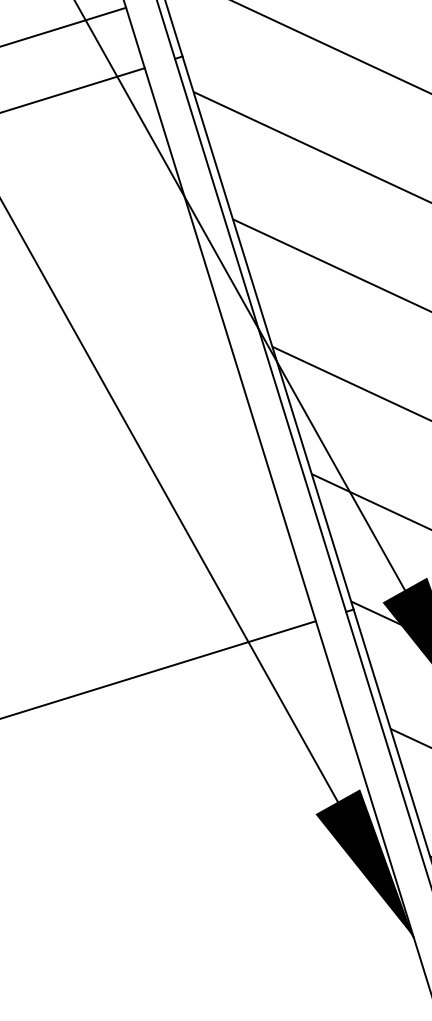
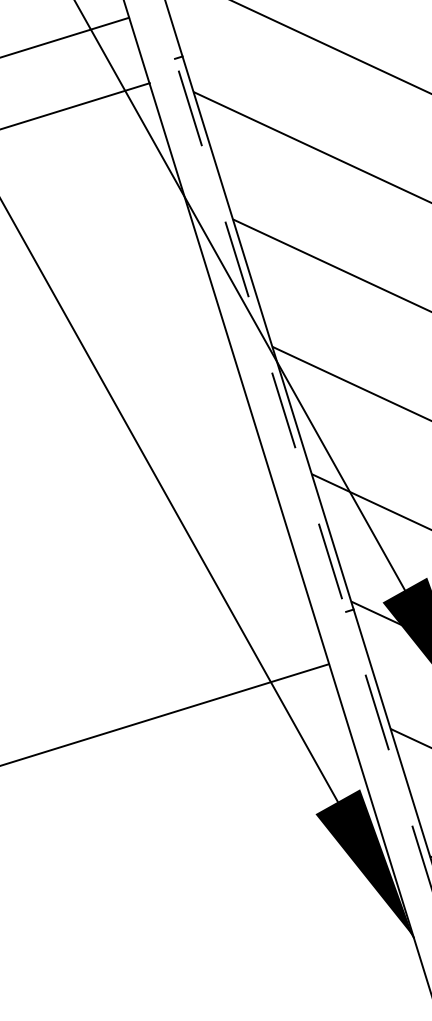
line at (64, 26) position: (64, 26) -> (65, 37)
line at (73, 90) position: (73, 90) -> (75, 105)
line at (294, 444): solid -> dashed
line at (158, 669) position: (158, 669) -> (165, 714)
